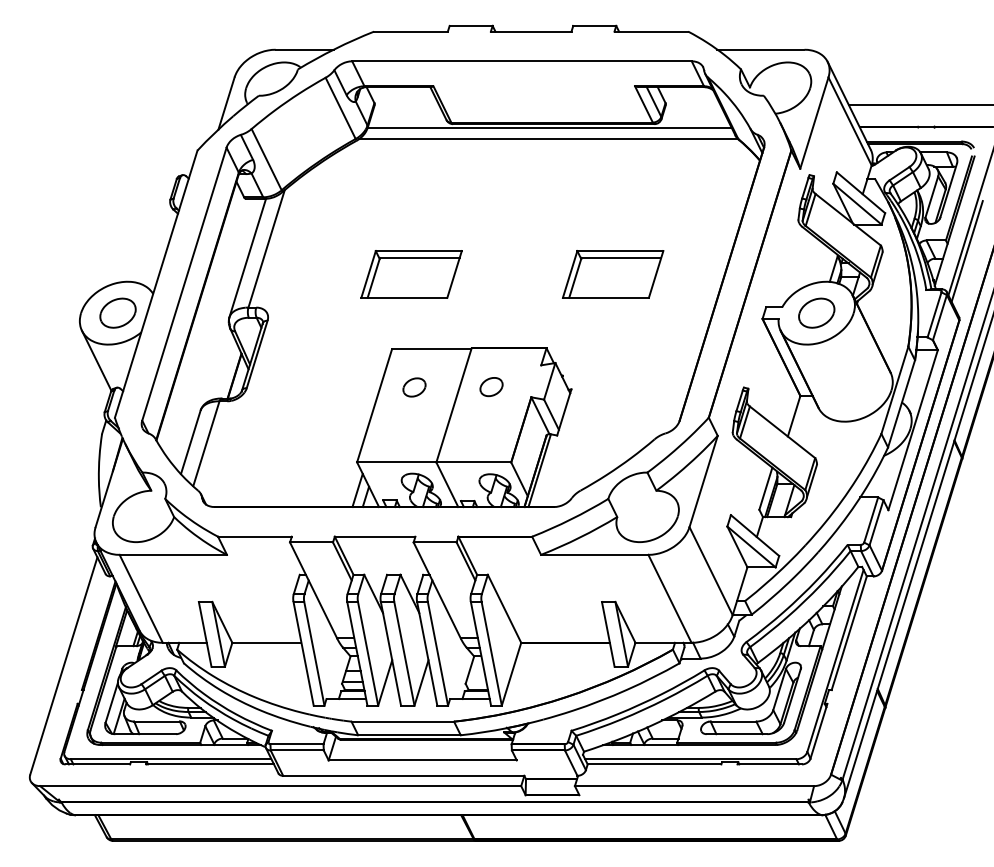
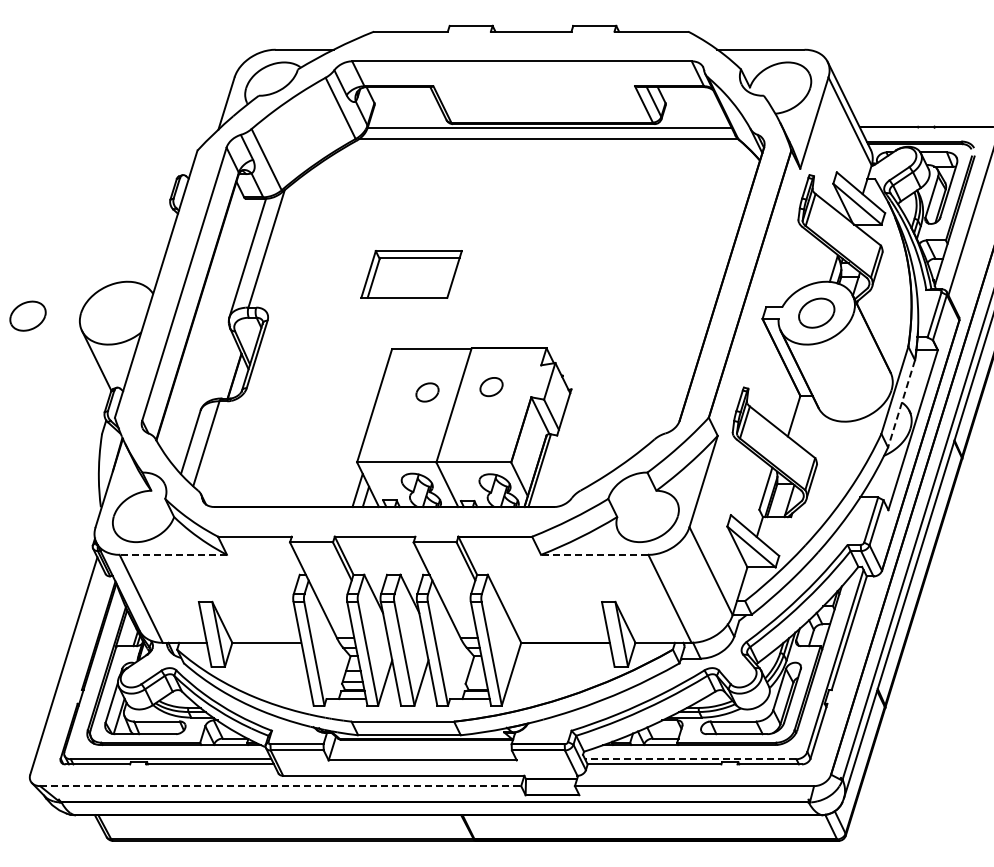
line at (919, 105): present -> none
line at (966, 251): present -> none
part at (612, 274): present -> none
part at (117, 312) position: (117, 312) -> (27, 315)
part at (414, 387) position: (414, 387) -> (427, 392)
line at (901, 403): solid -> dashed
line at (173, 554): solid -> dashed
line at (594, 554): solid -> dashed
line at (690, 759): solid -> dashed
line at (280, 786): solid -> dashed
